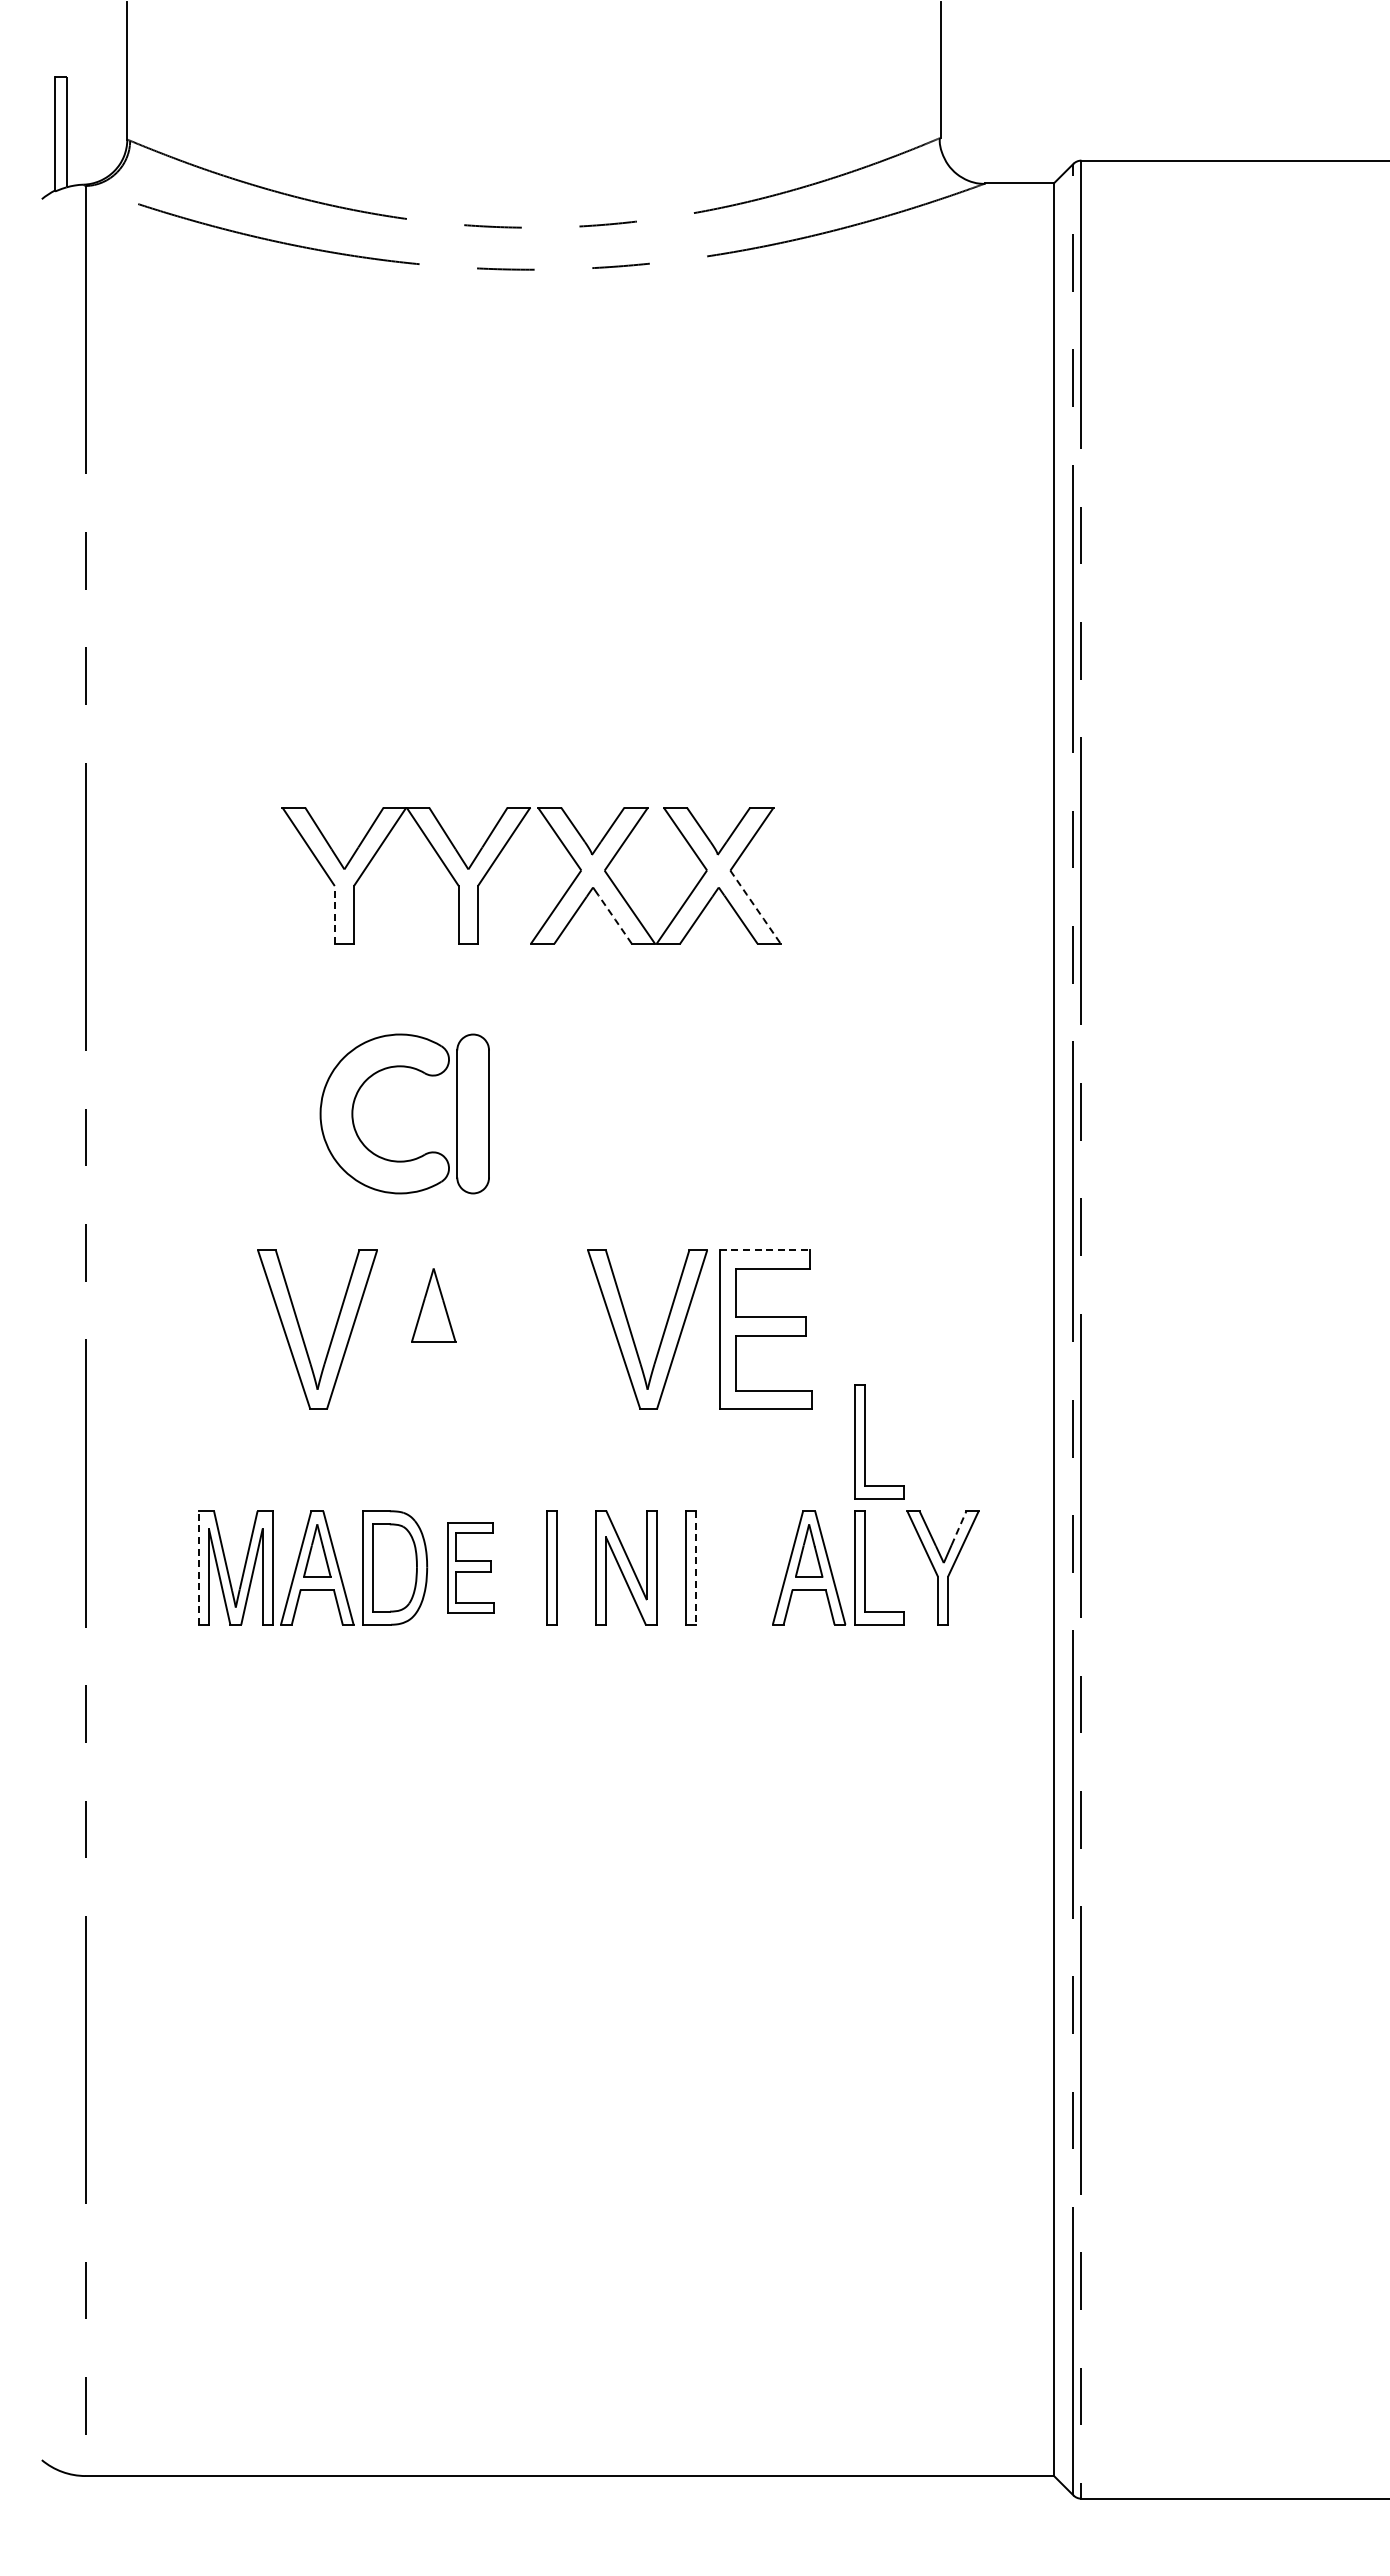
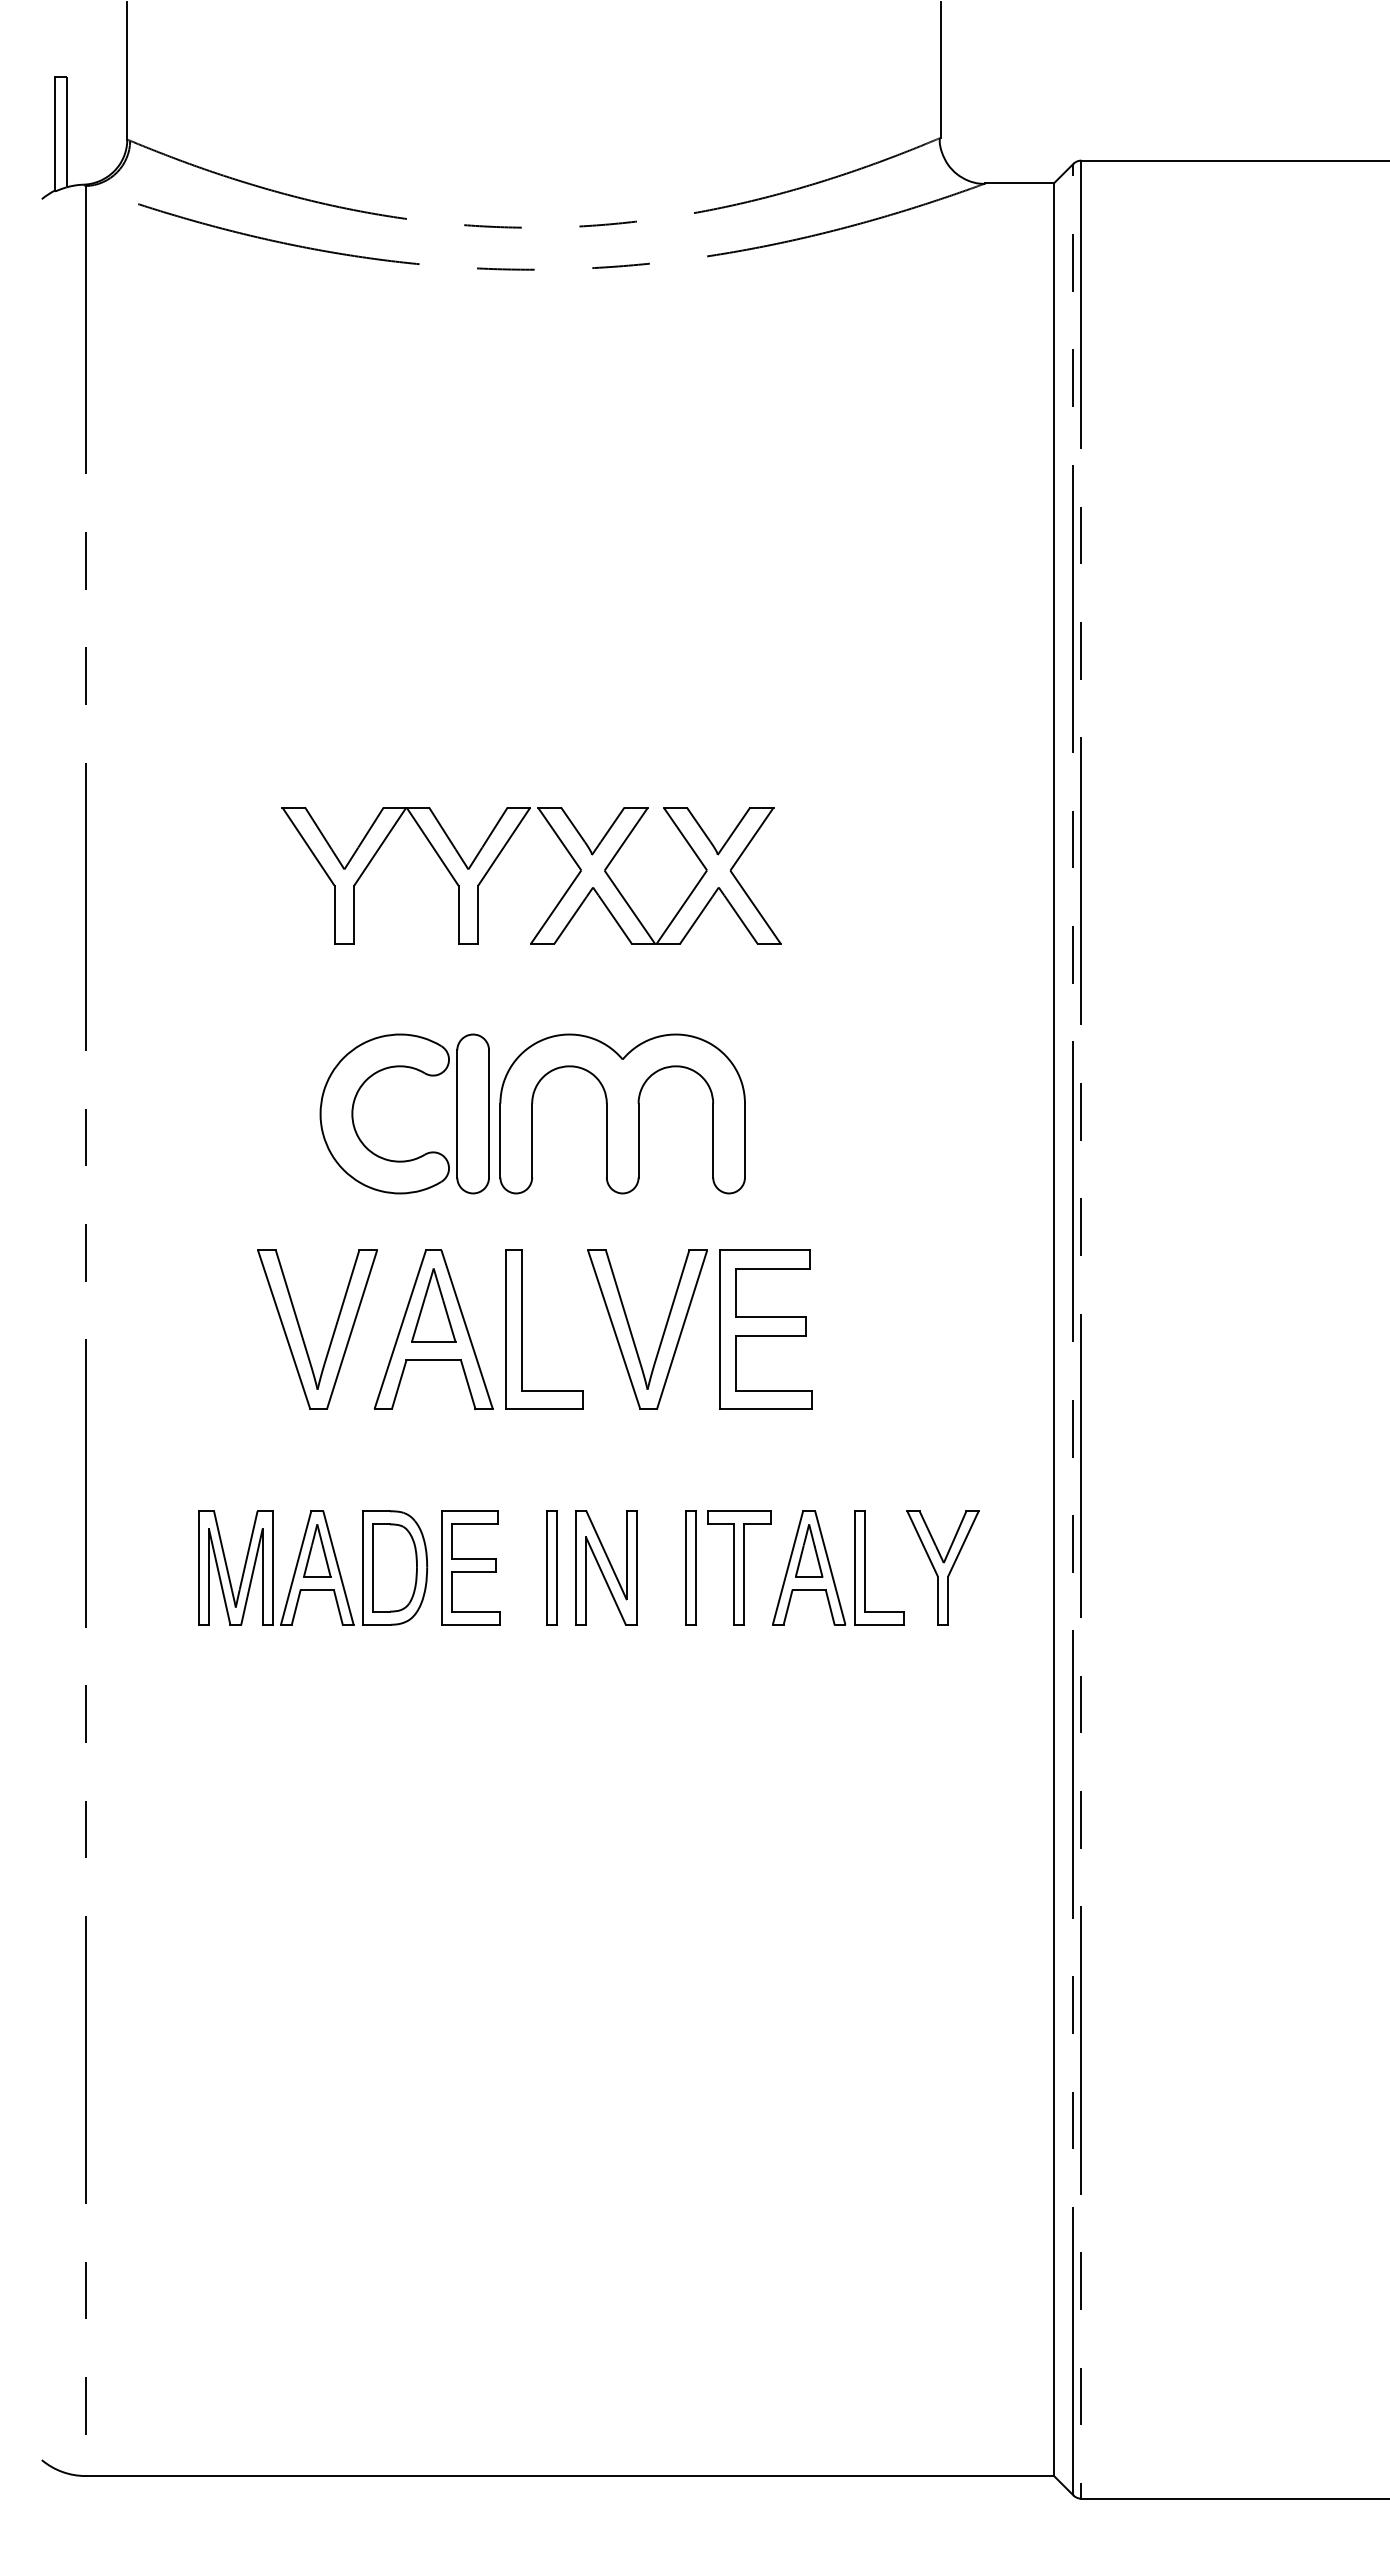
line at (755, 906): dashed -> solid
line at (334, 914): dashed -> solid
line at (615, 919): dashed -> solid
part at (622, 1113): none -> present
line at (764, 1250): dashed -> solid
part at (433, 1329): none -> present
part at (522, 1329): none -> present
part at (865, 1441): present -> none
line at (959, 1528): dashed -> solid
part at (470, 1567) size: 48x92 px -> 60x116 px
part at (626, 1567) position: (626, 1567) -> (606, 1567)
part at (739, 1567): none -> present
line at (198, 1568): dashed -> solid
line at (696, 1568): dashed -> solid
